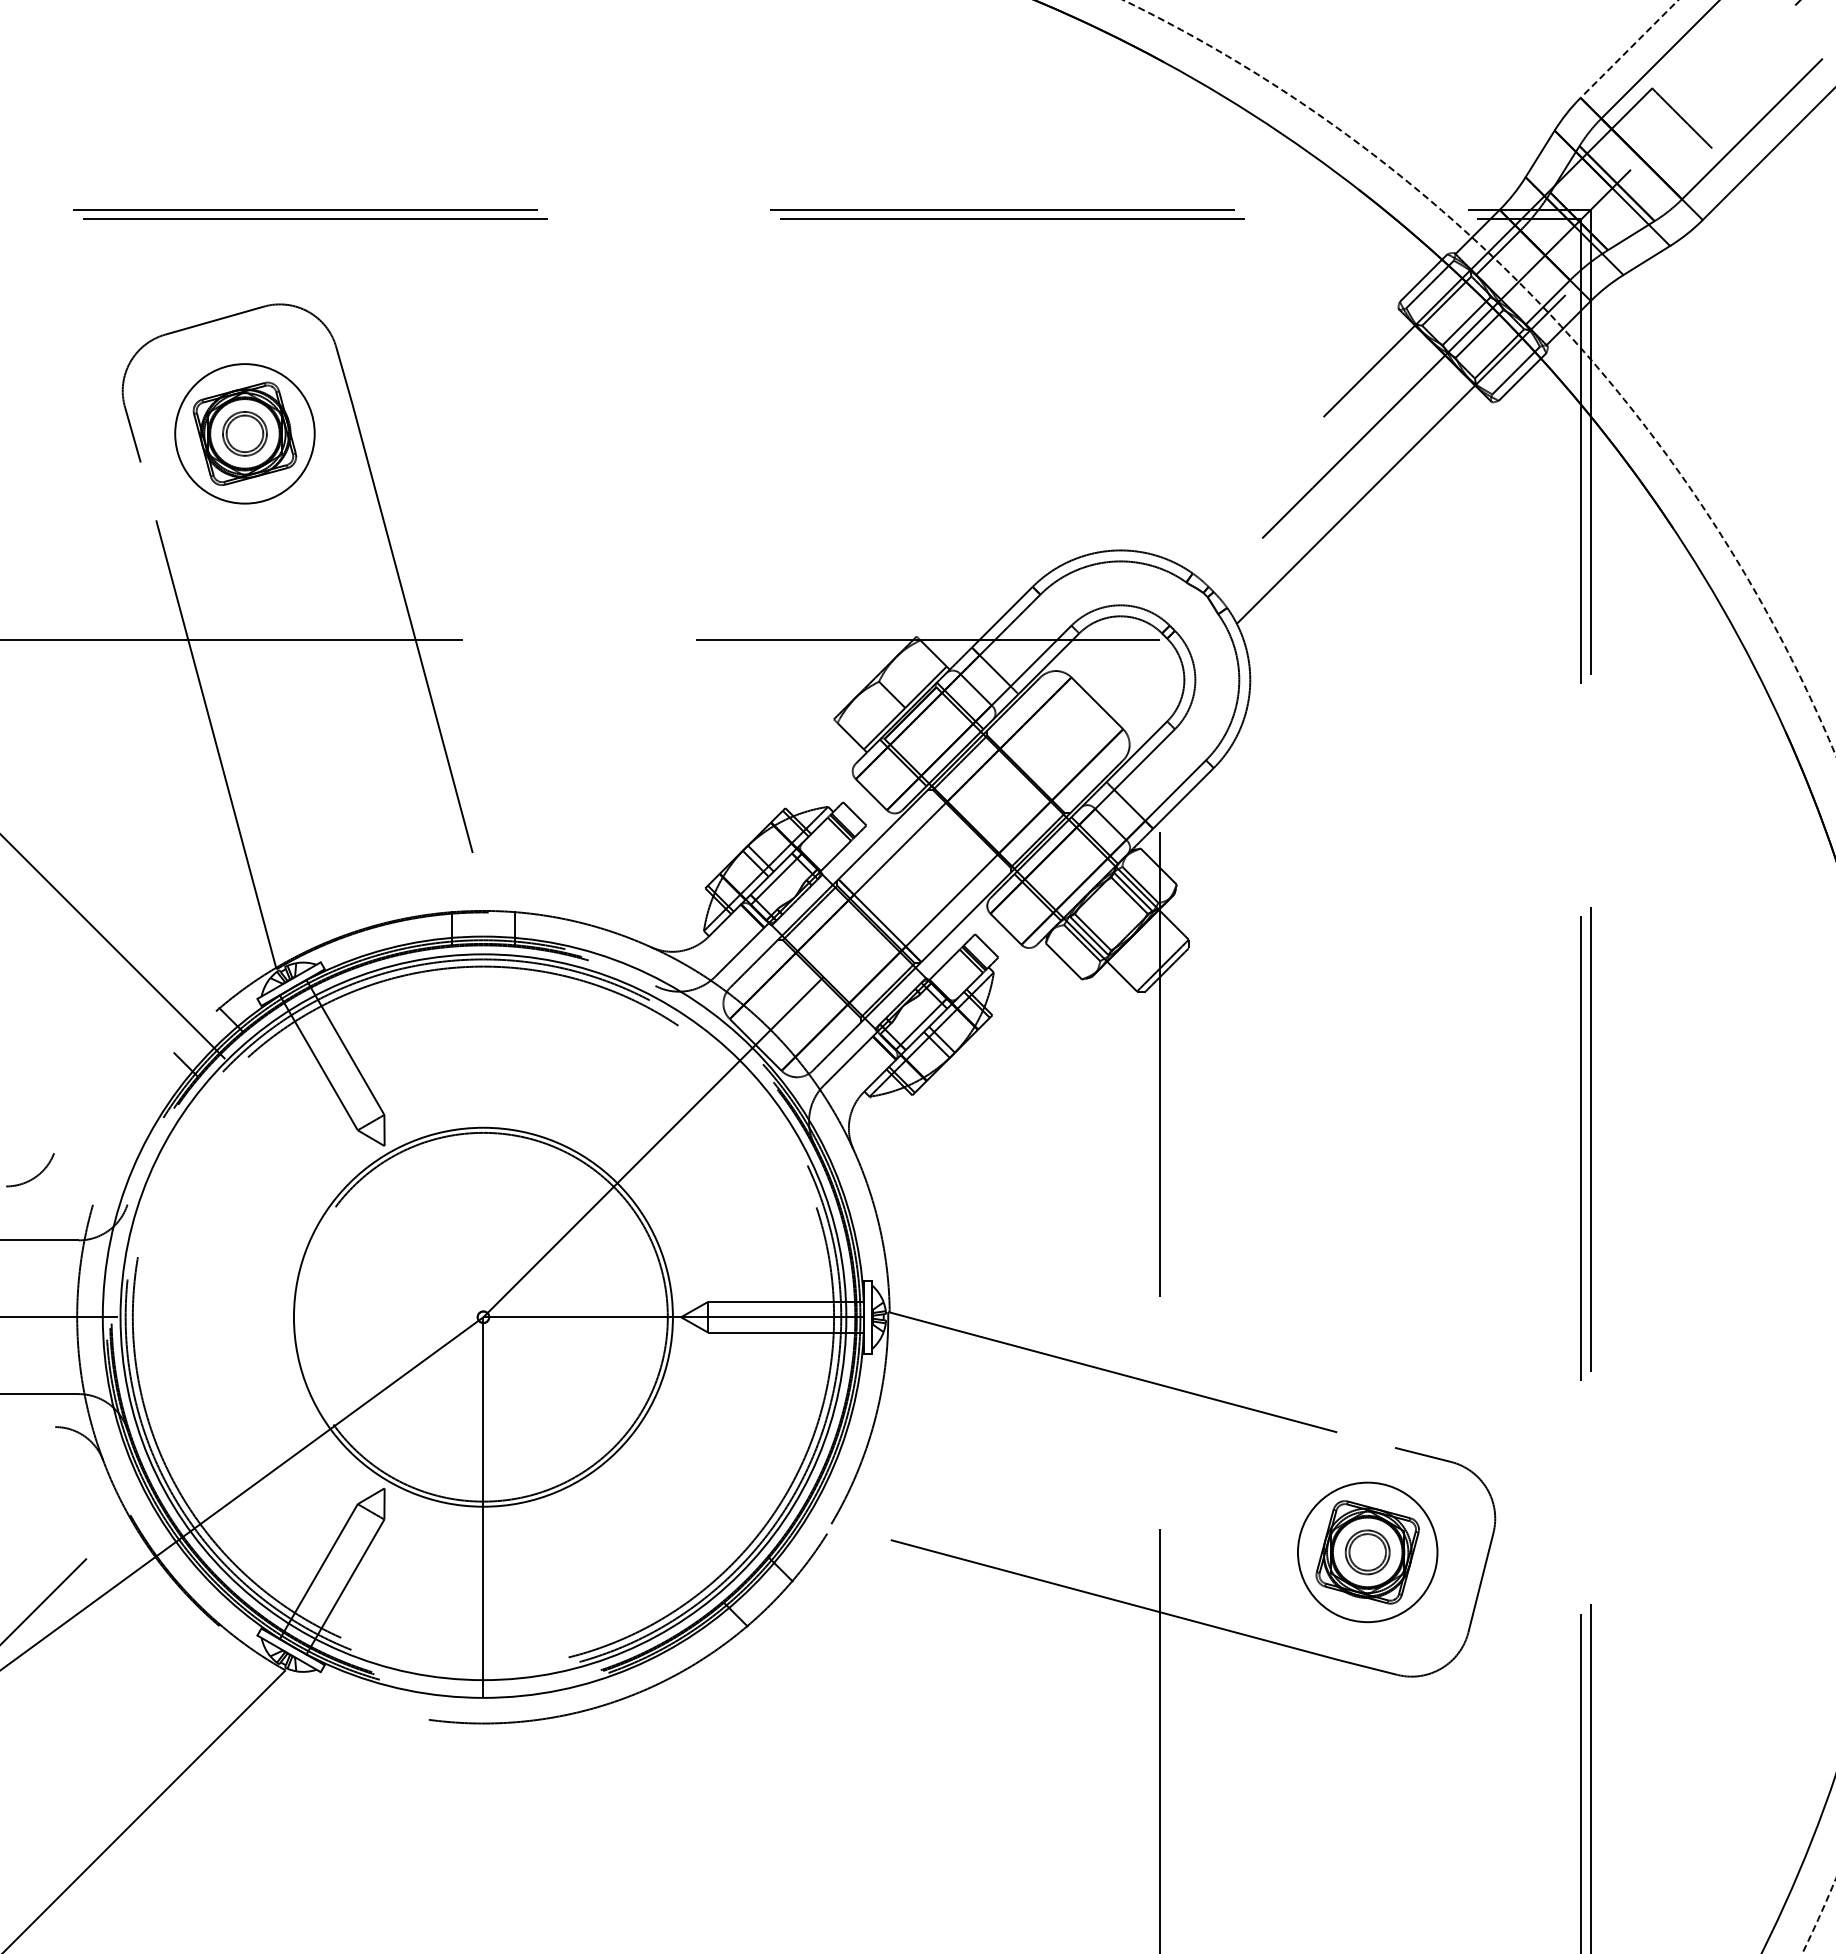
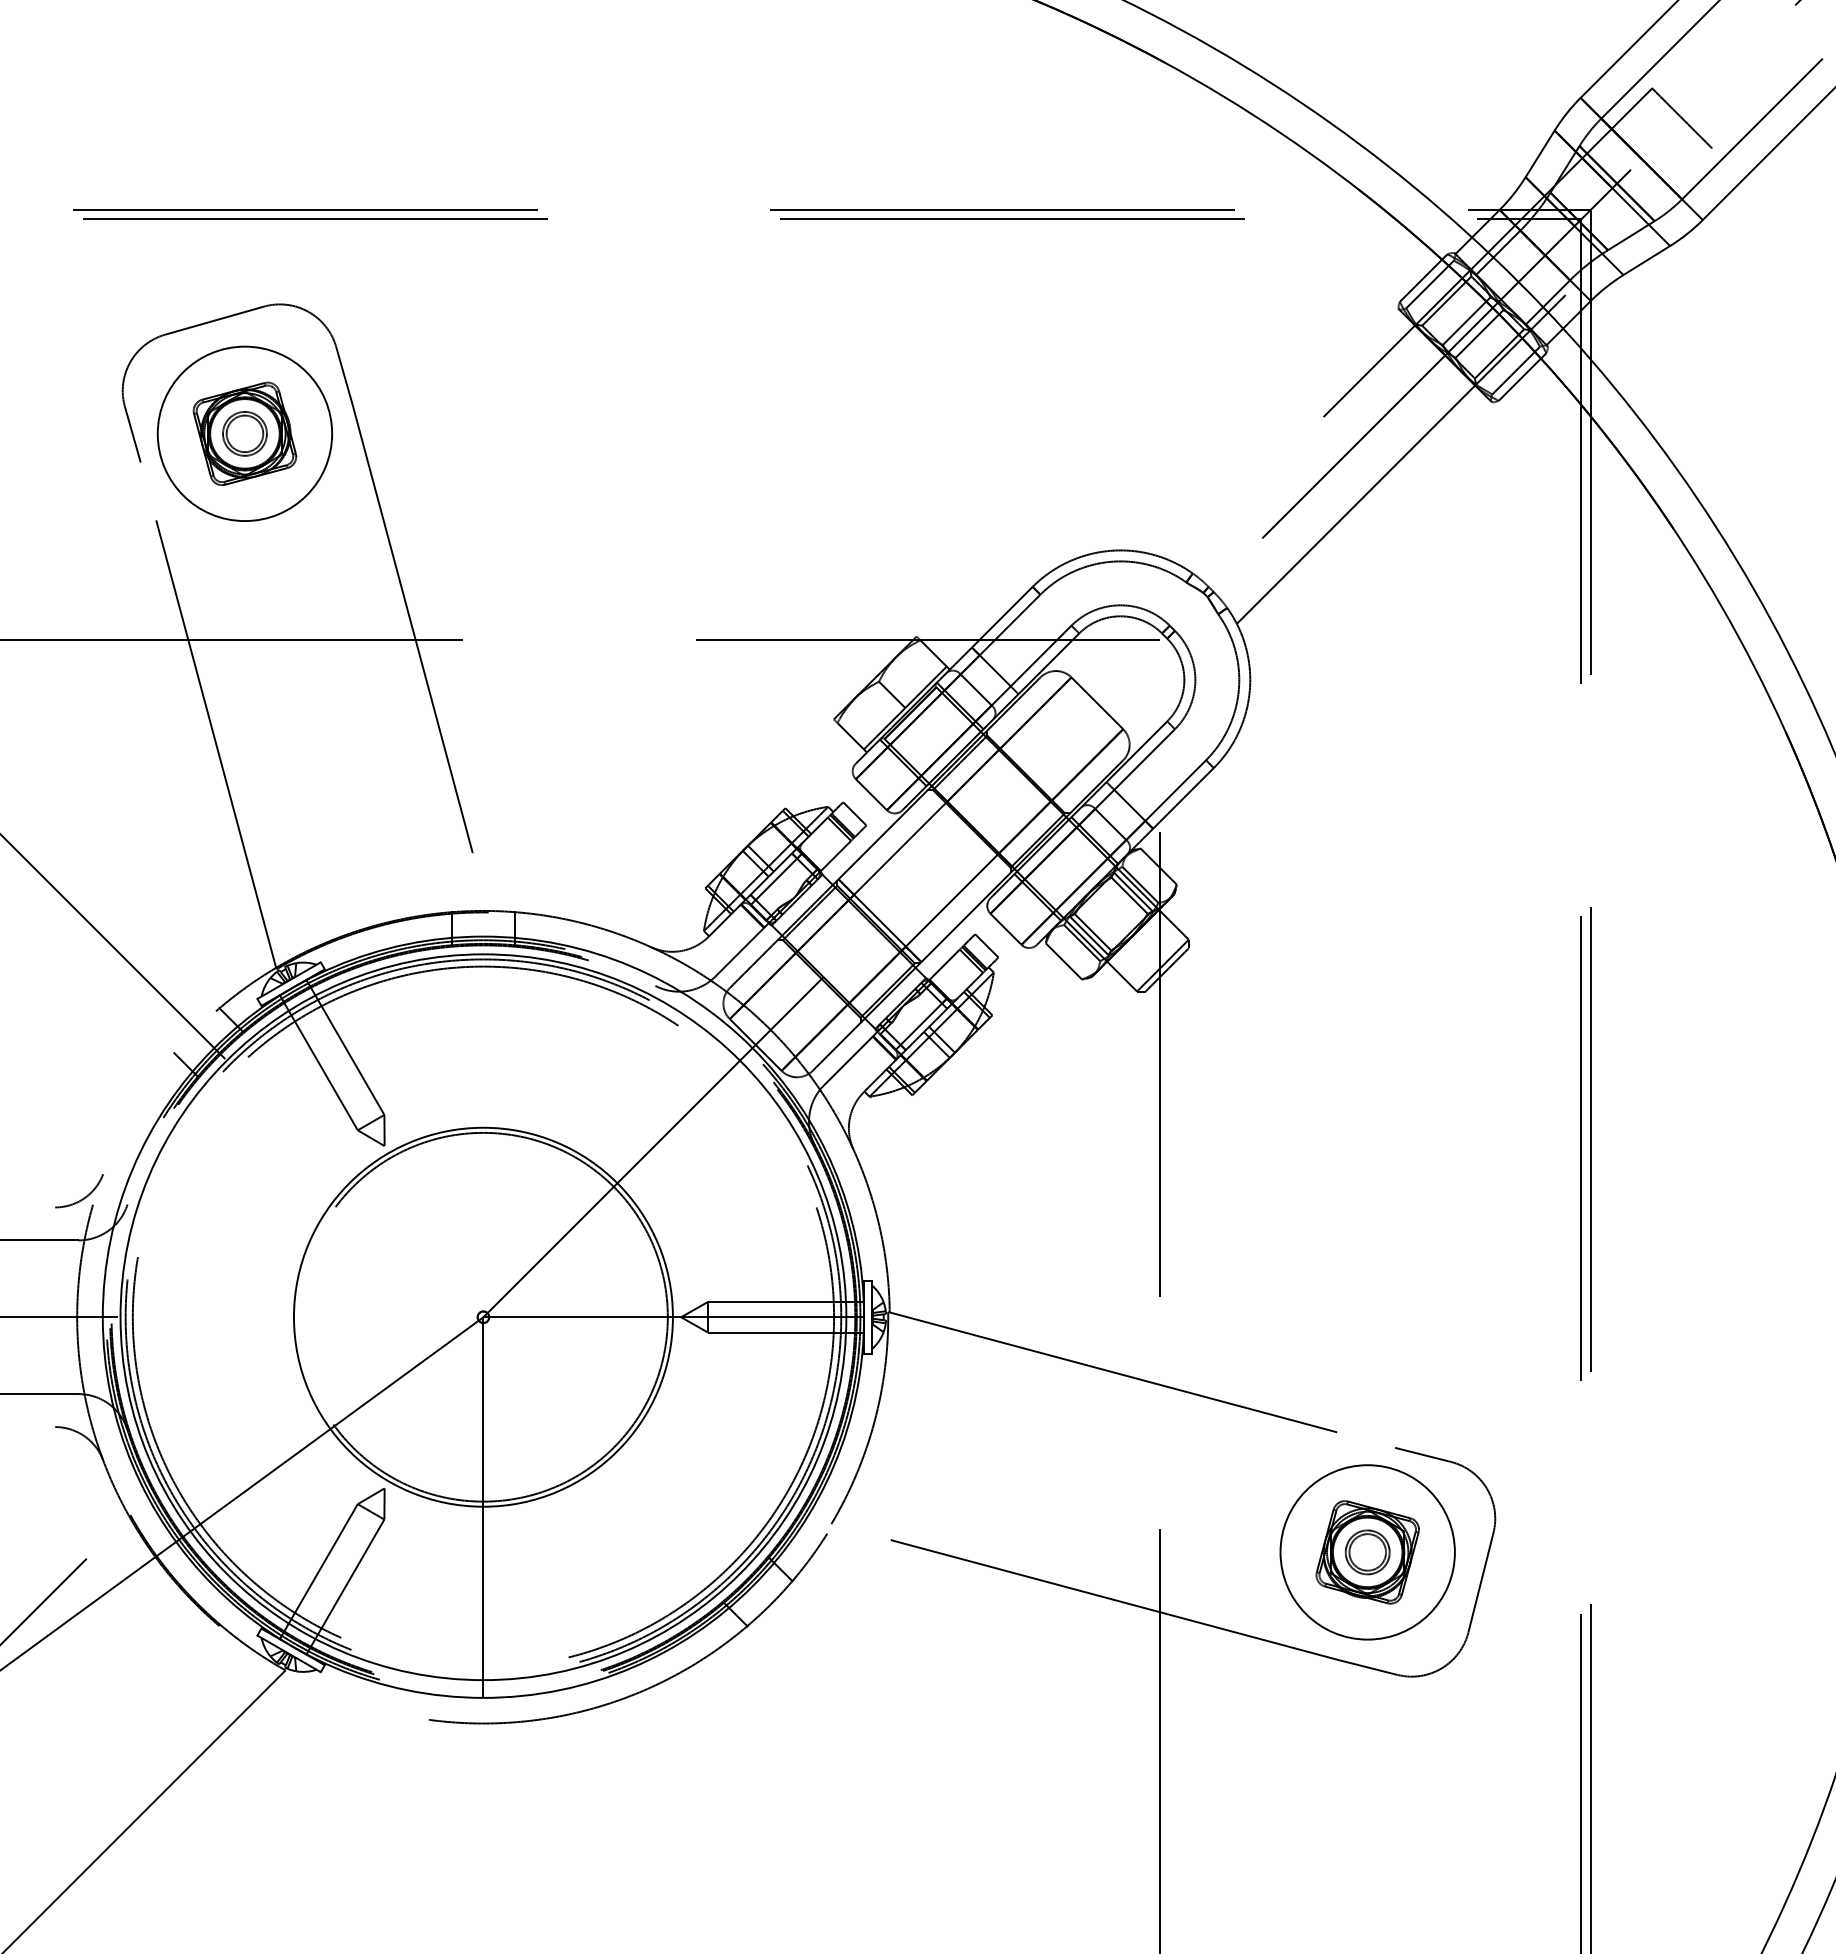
line at (1629, 49): dashed -> solid
circle at (244, 433) diameter: 140 px -> 174 px
circle at (1479, 976): dashed -> solid
arc at (34, 1176) position: (34, 1176) -> (83, 1197)
circle at (1367, 1552) diameter: 140 px -> 174 px
